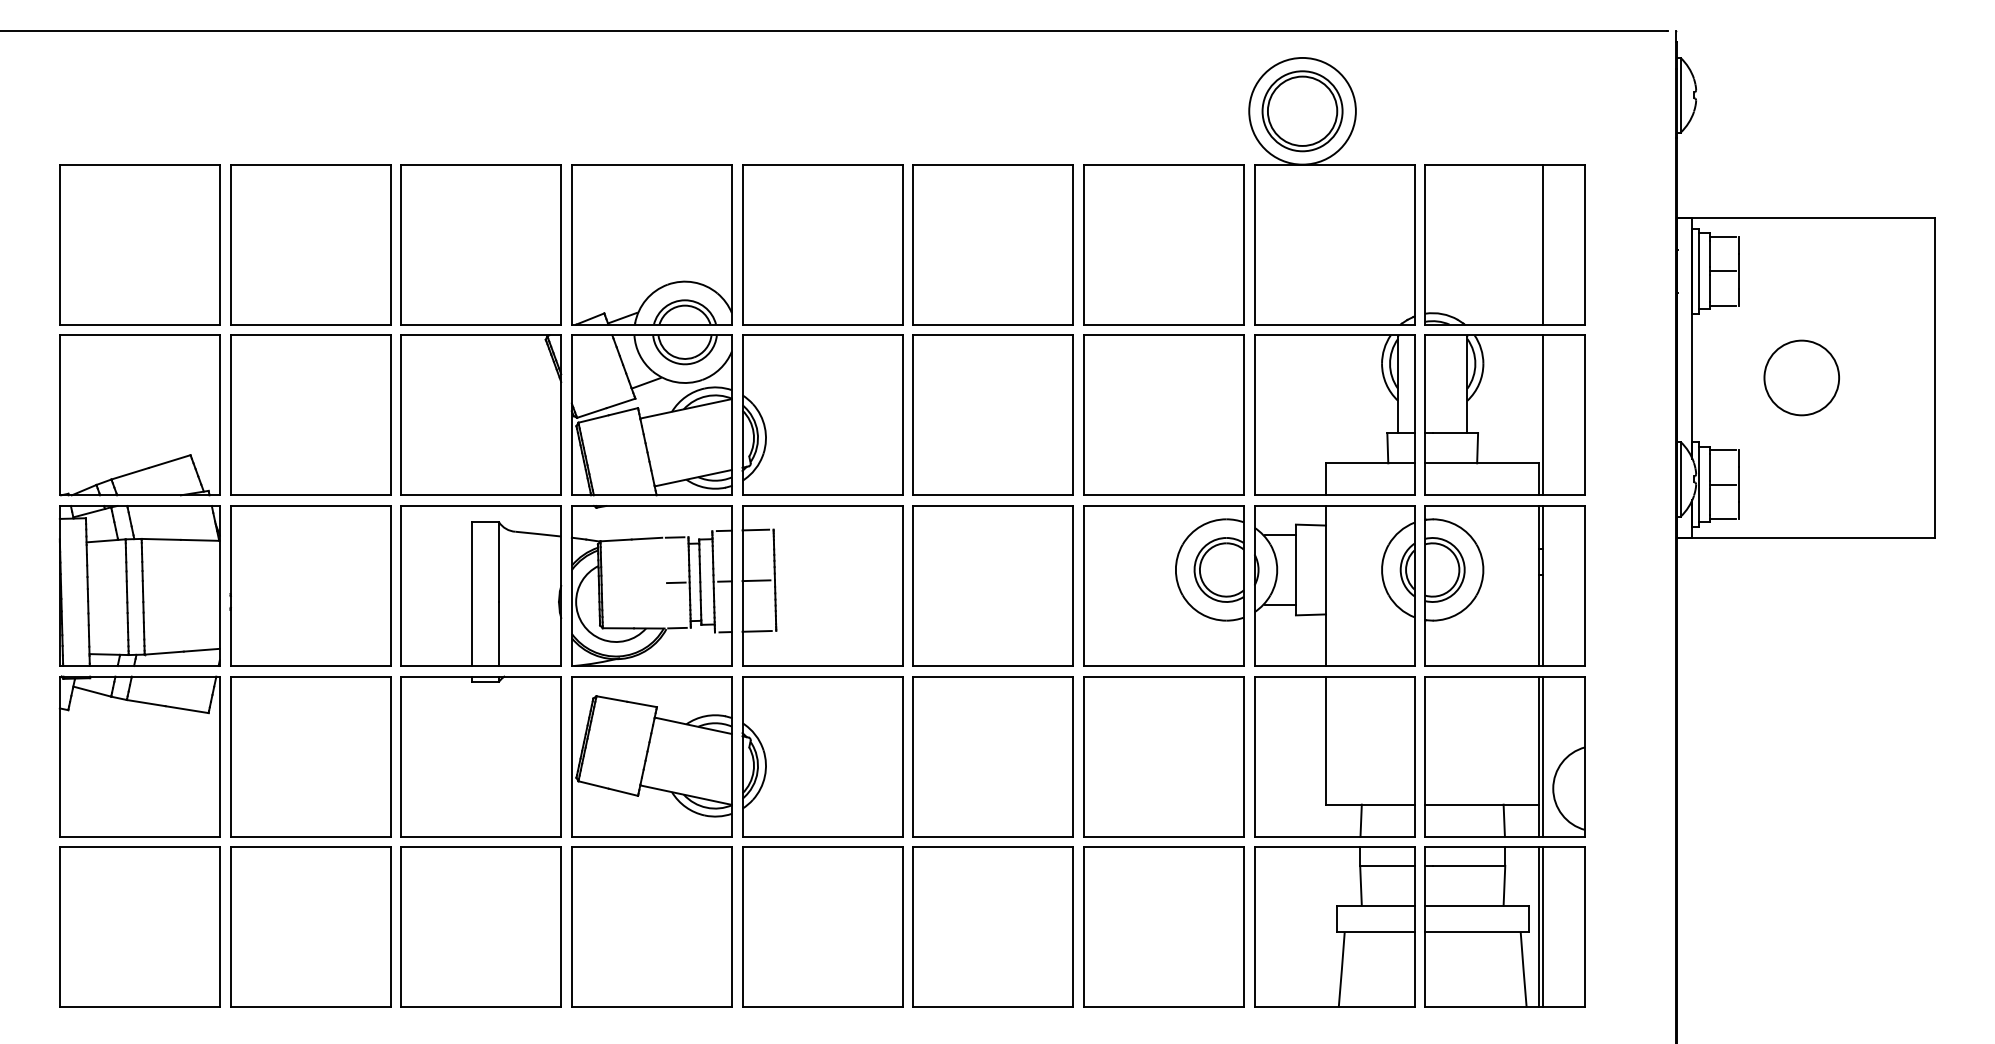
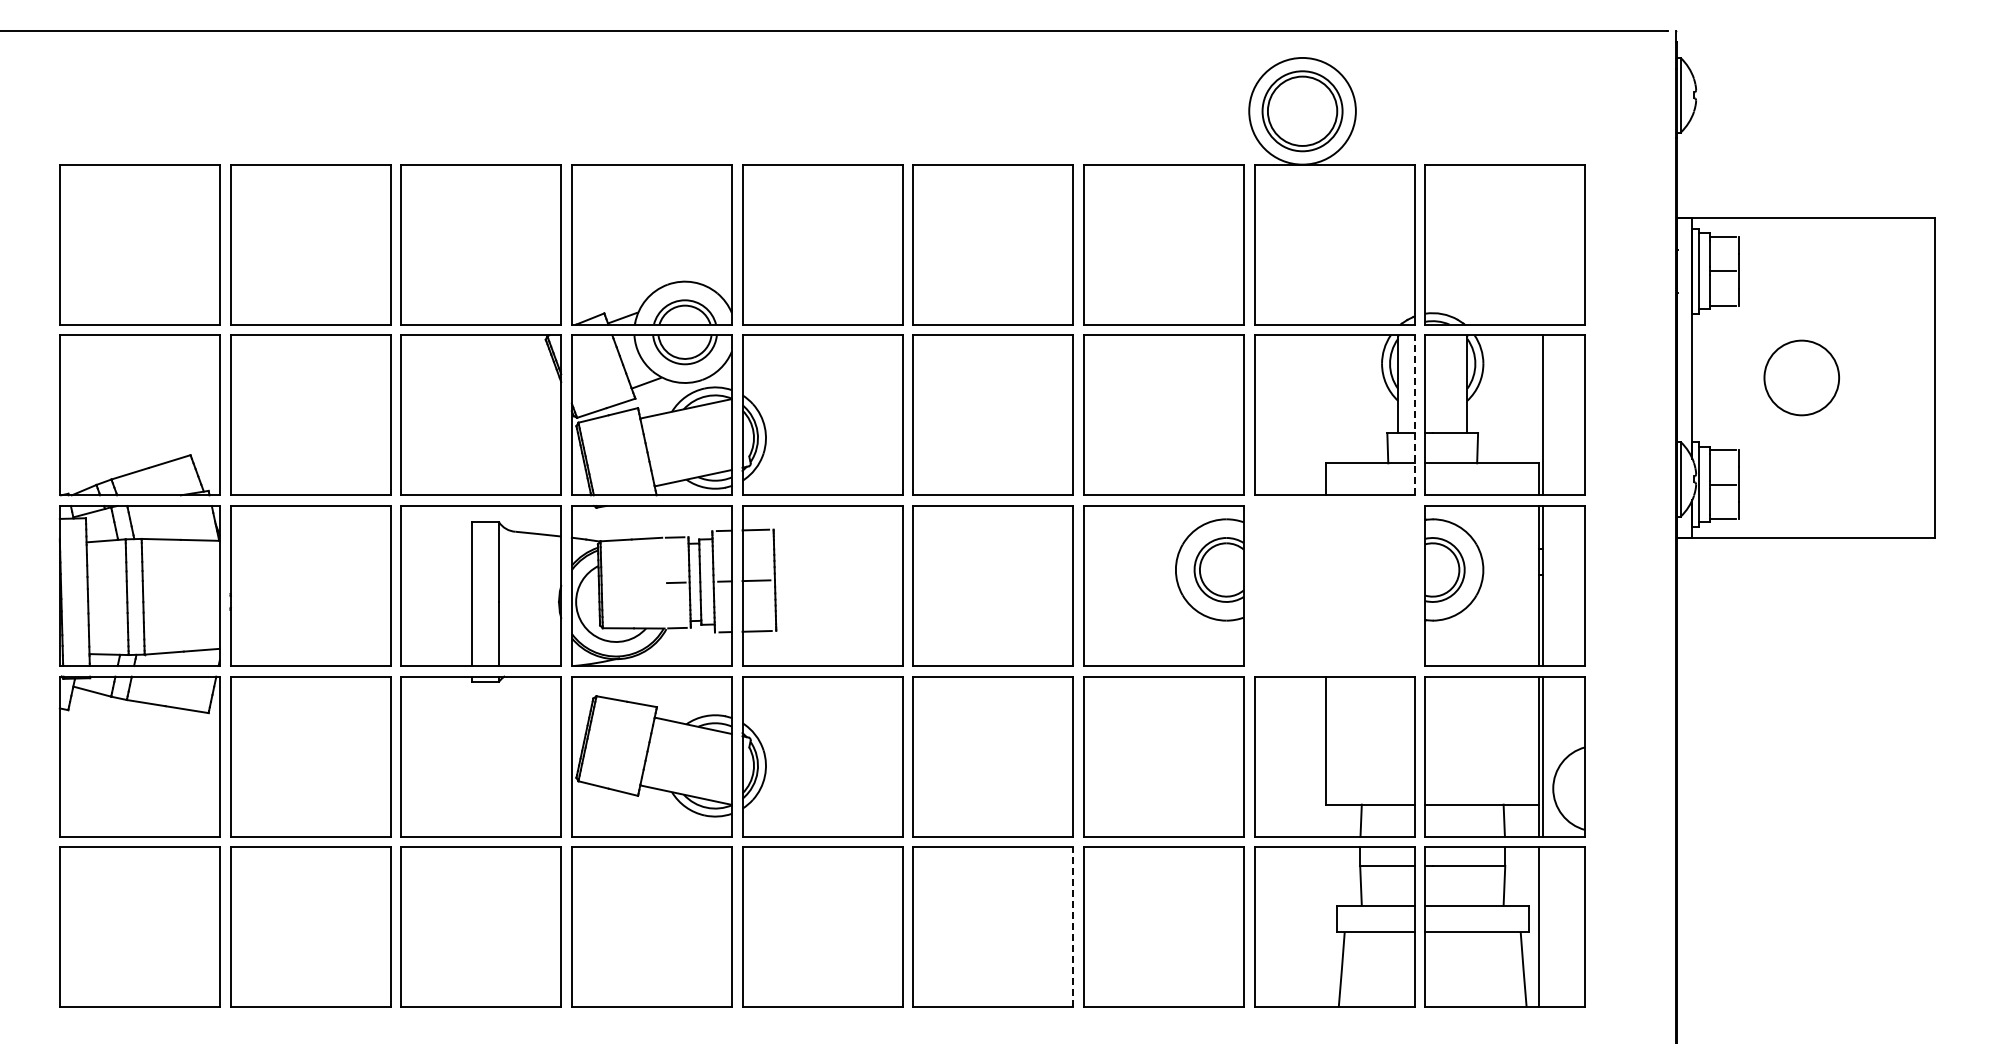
line at (1542, 244): present -> none
line at (1414, 414): solid -> dashed
part at (1334, 585): present -> none
line at (1073, 926): solid -> dashed
line at (1542, 927): present -> none
